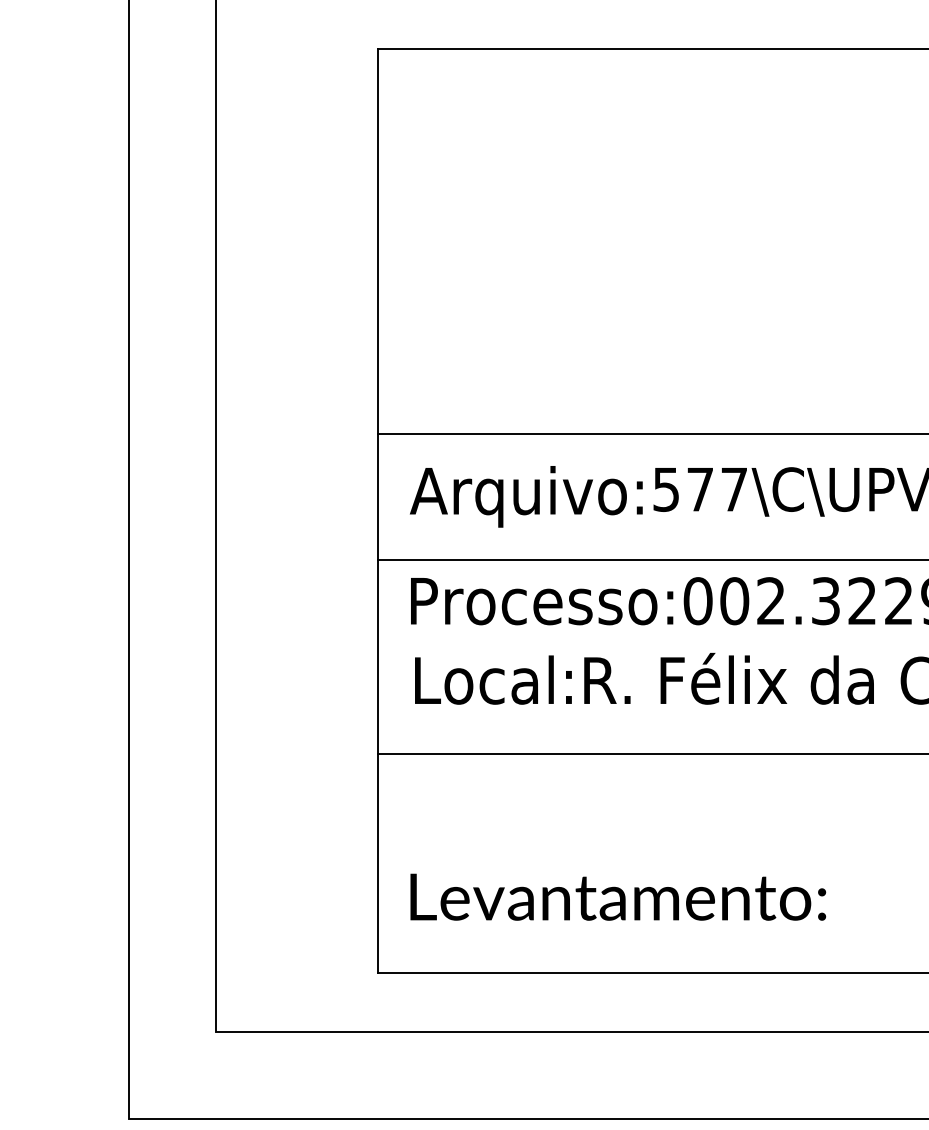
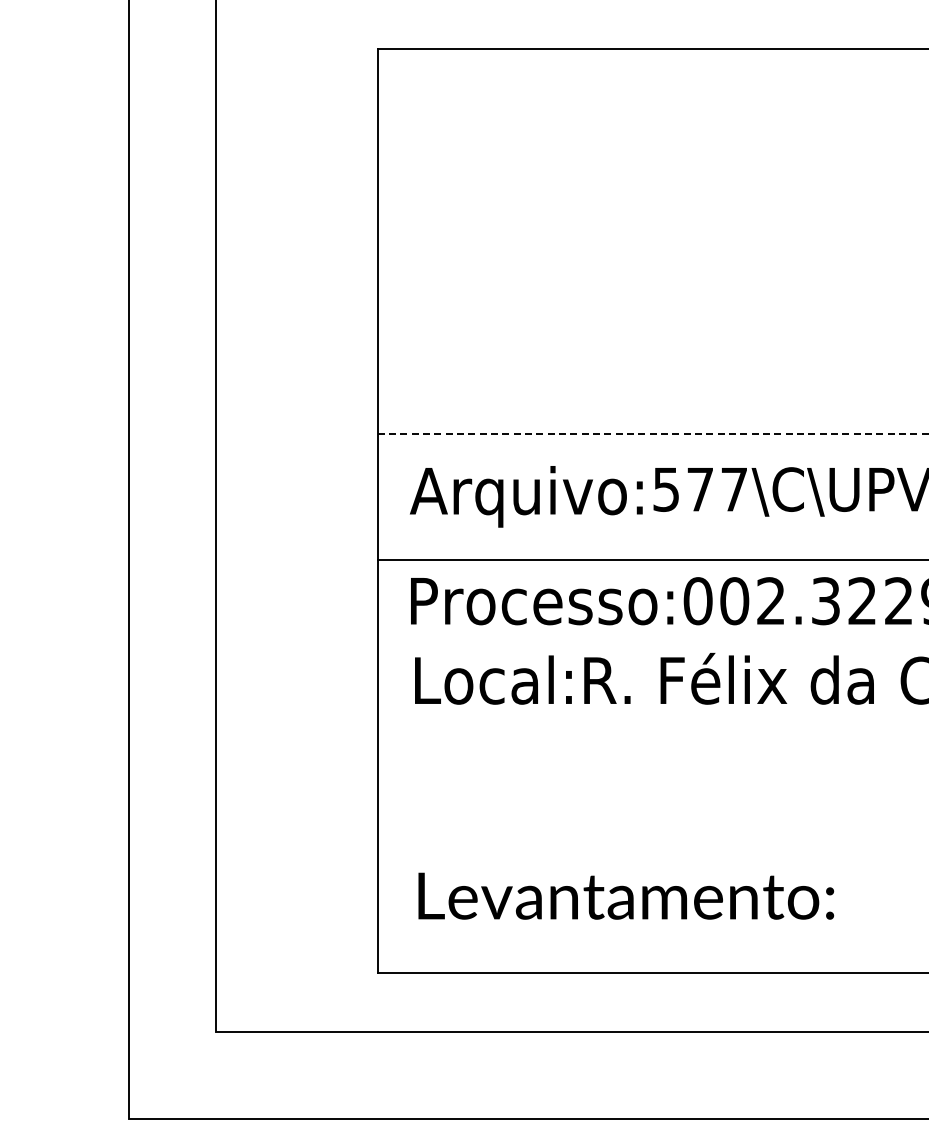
line at (653, 433): solid -> dashed
line at (651, 753): present -> none
text at (618, 896) position: (618, 896) -> (626, 895)
